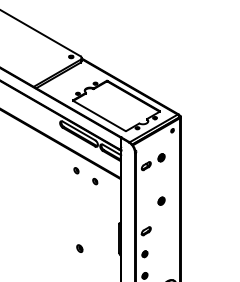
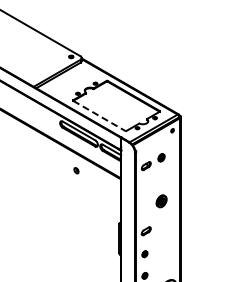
line at (99, 116): solid -> dashed
part at (95, 181): present -> none
part at (161, 200) size: 9x10 px -> 13x15 px
part at (79, 248): present -> none
